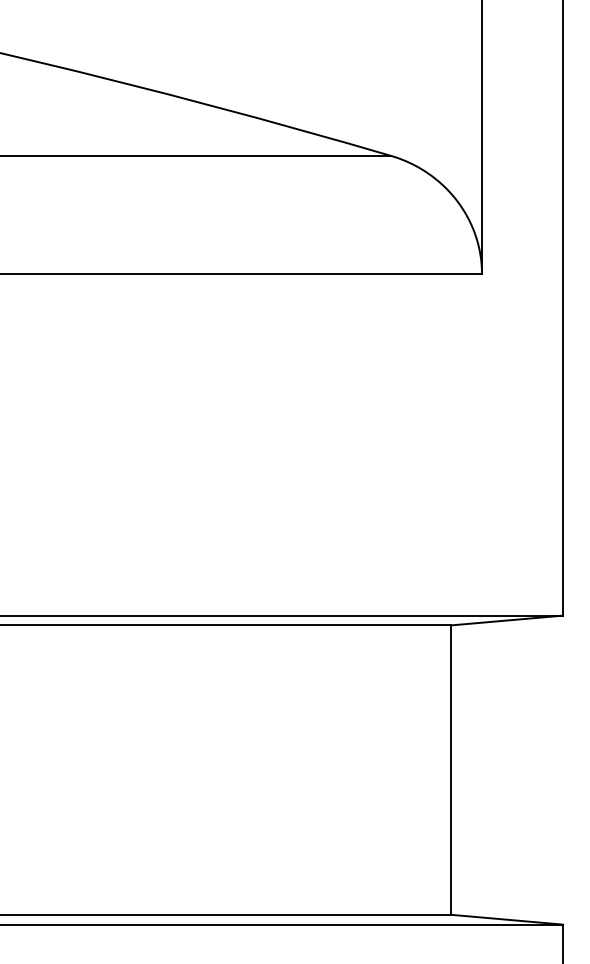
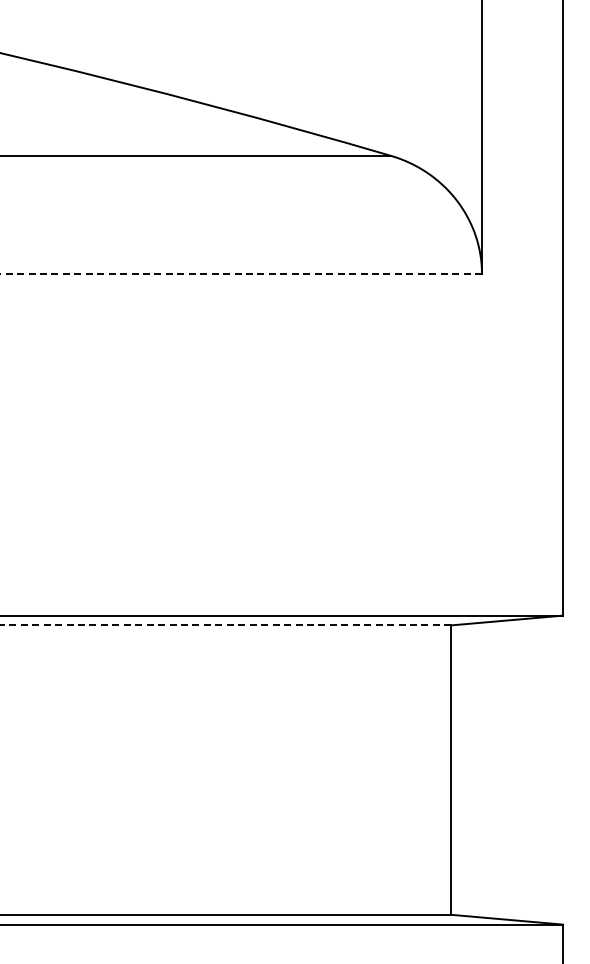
line at (241, 274): solid -> dashed
line at (225, 625): solid -> dashed
